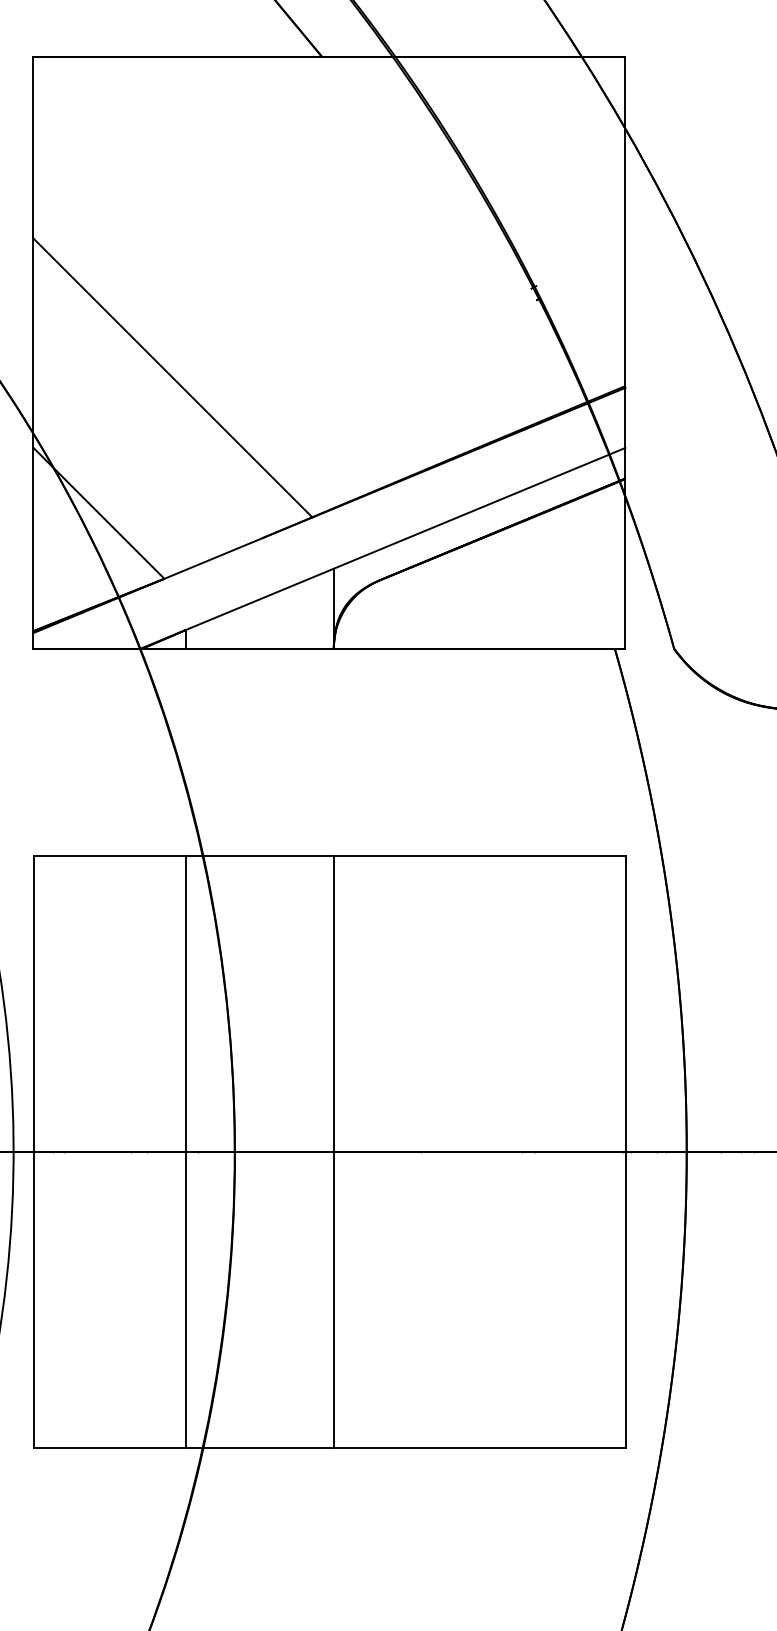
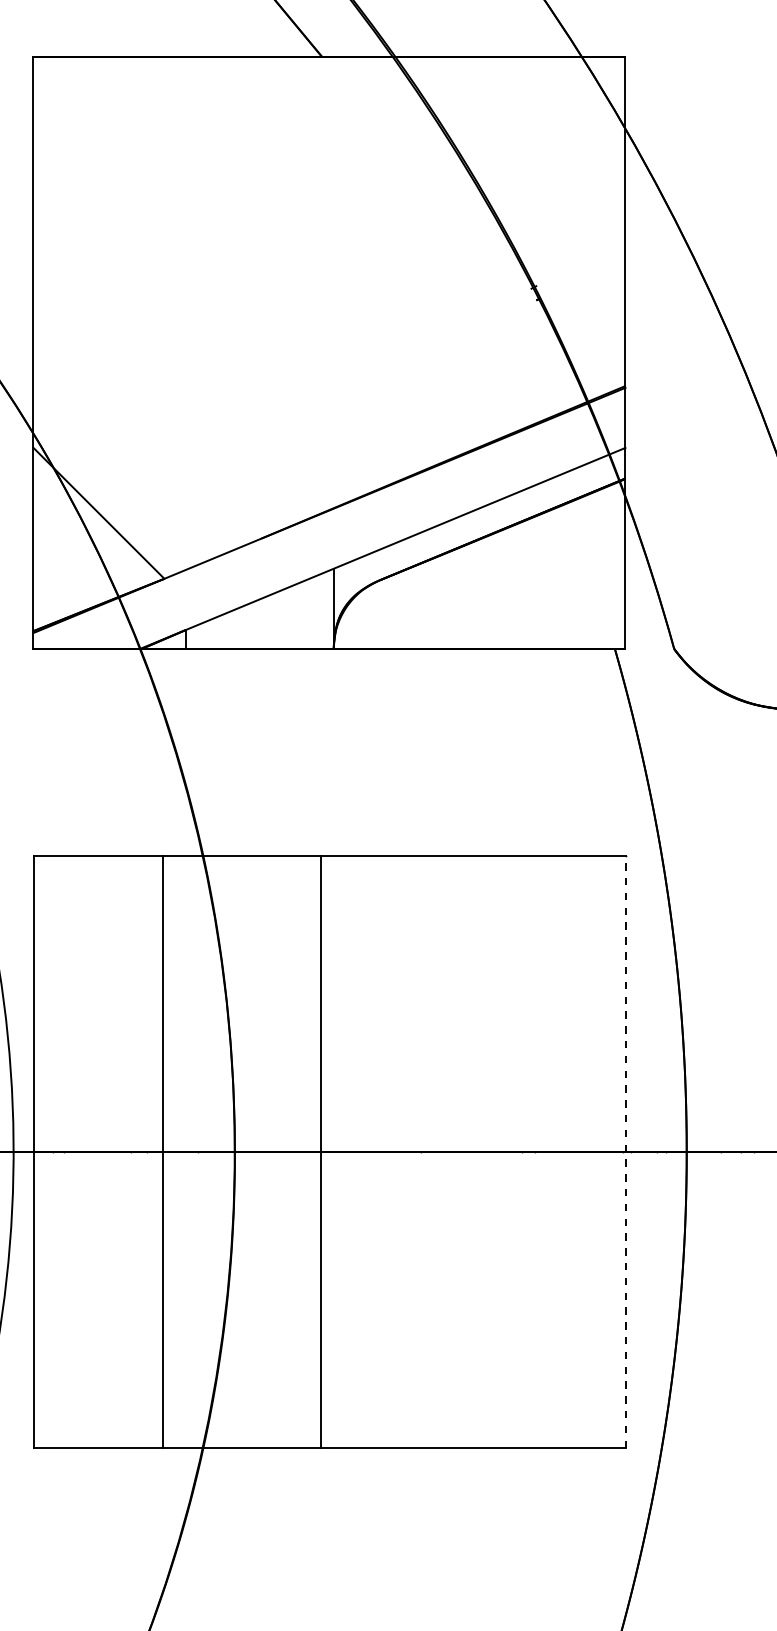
line at (172, 377): present -> none
line at (185, 1151) position: (185, 1151) -> (162, 1151)
line at (333, 1151) position: (333, 1151) -> (320, 1151)
line at (625, 1151): solid -> dashed
